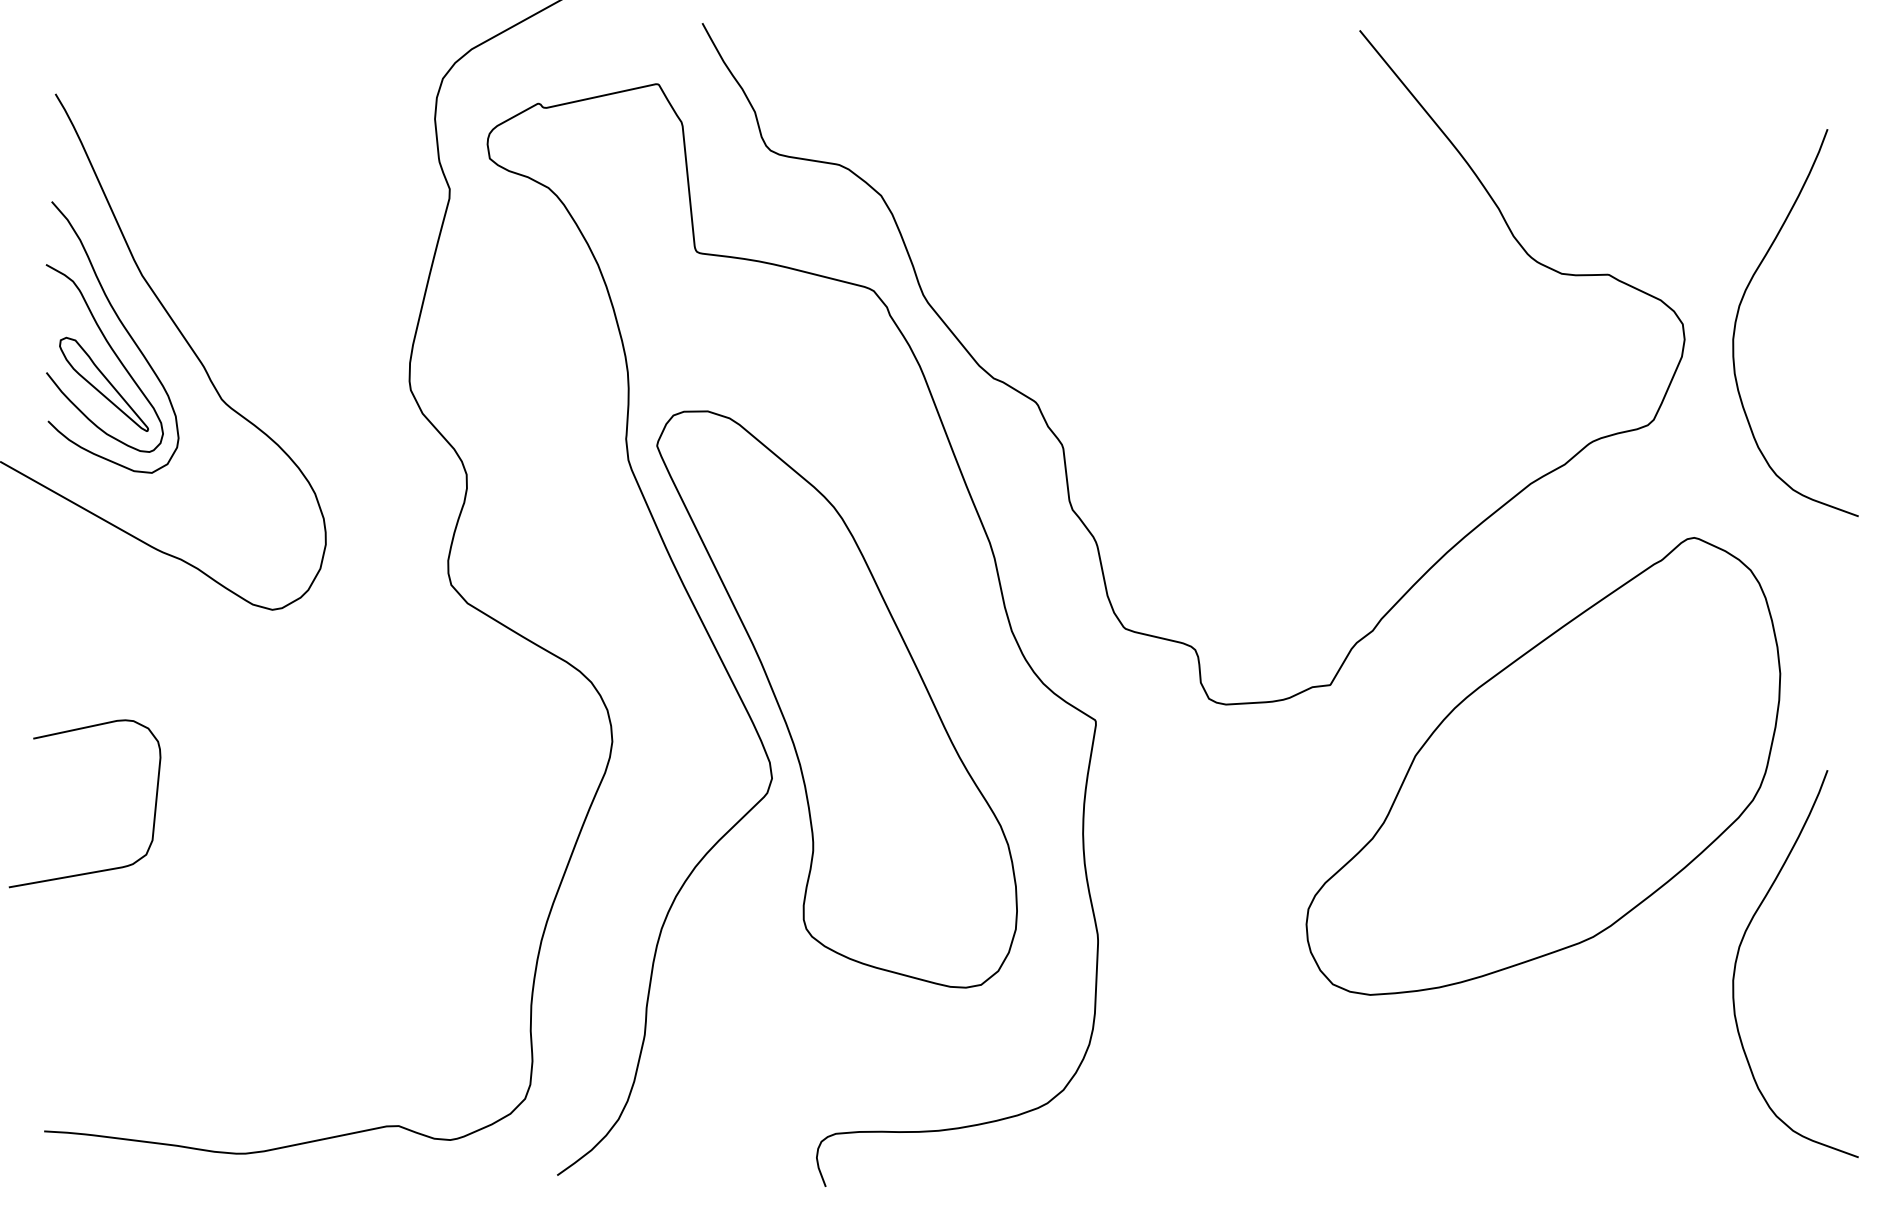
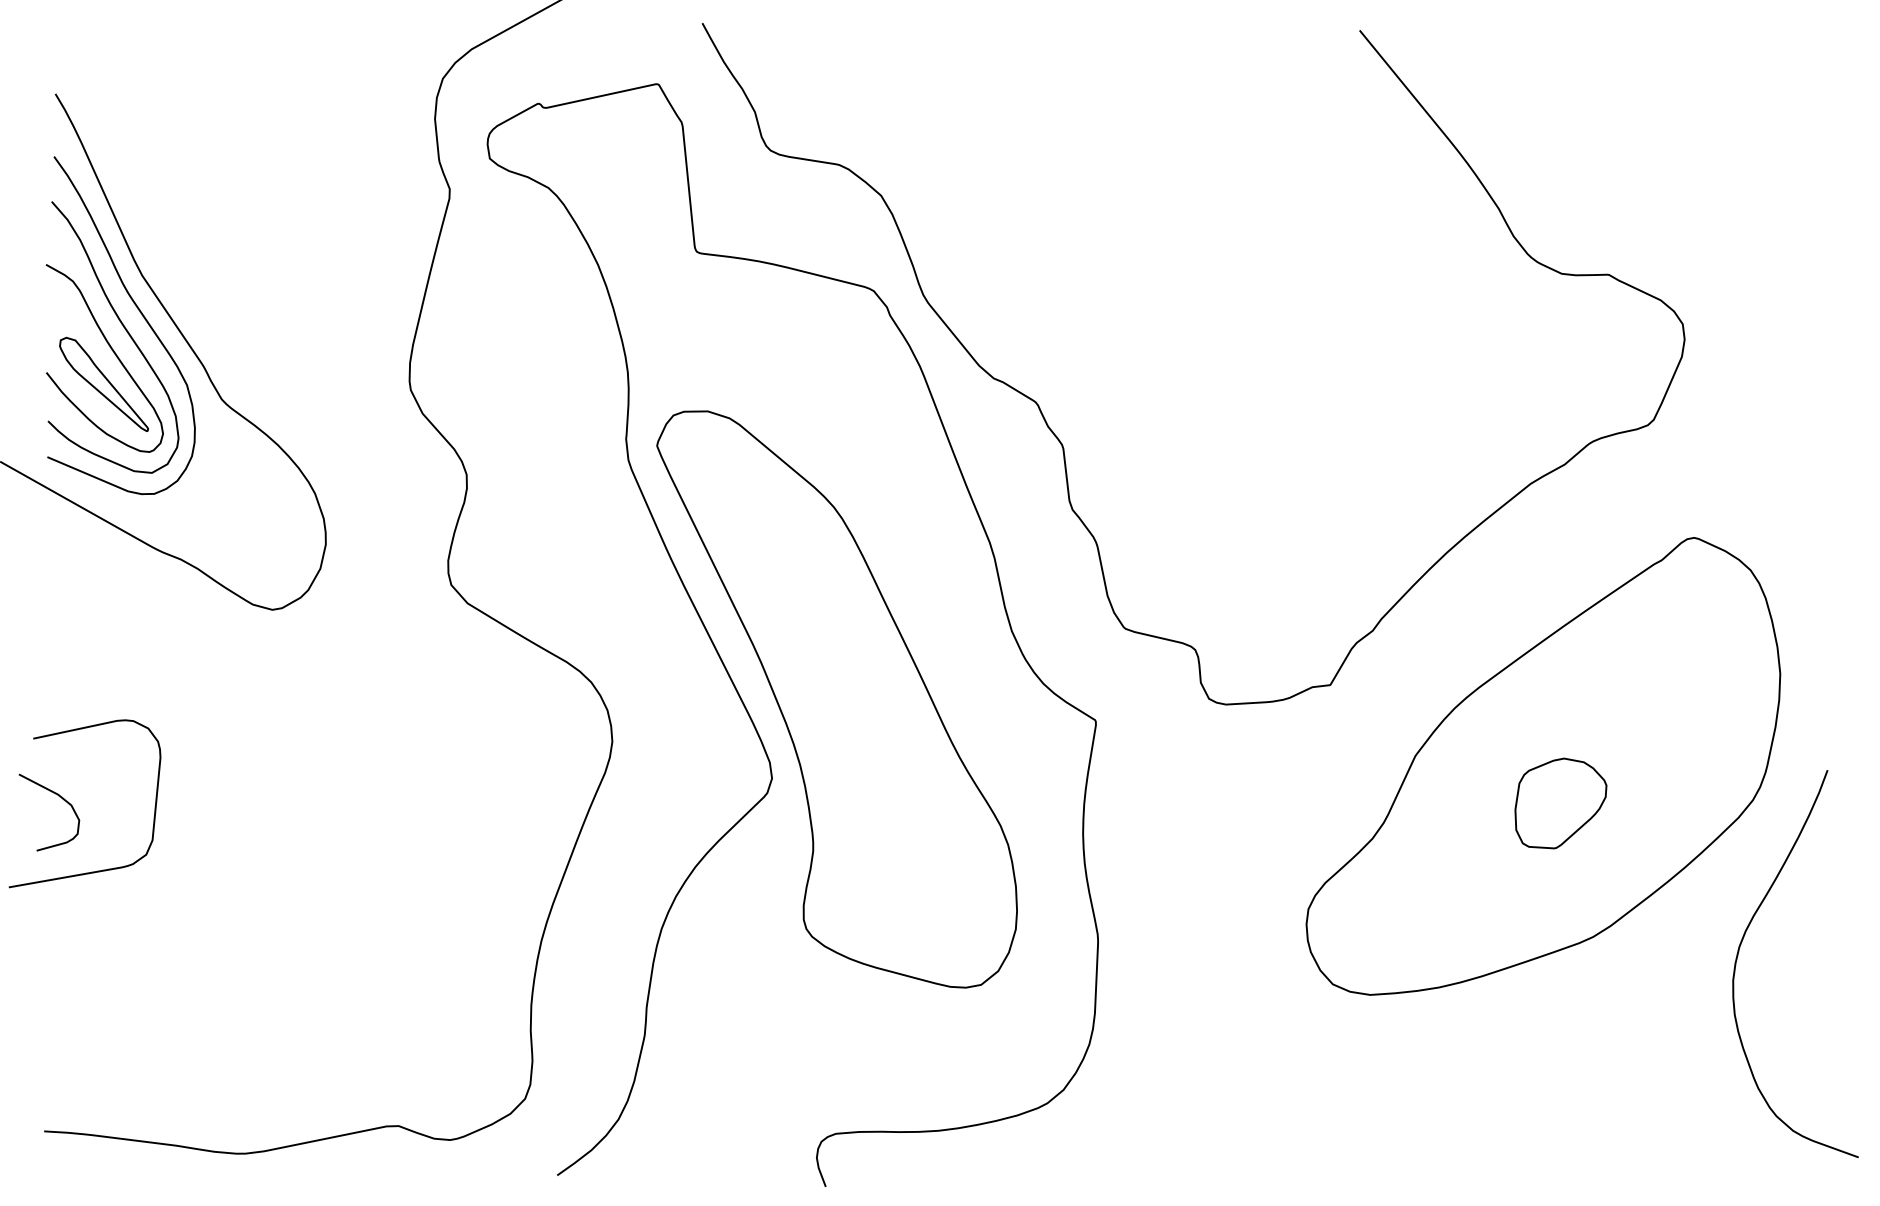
curve at (1742, 301): present -> none
curve at (139, 312): none -> present
curve at (58, 796): none -> present
part at (1560, 803): none -> present
